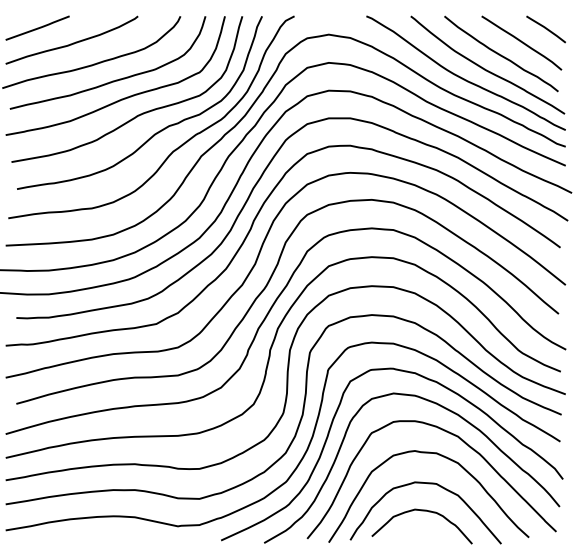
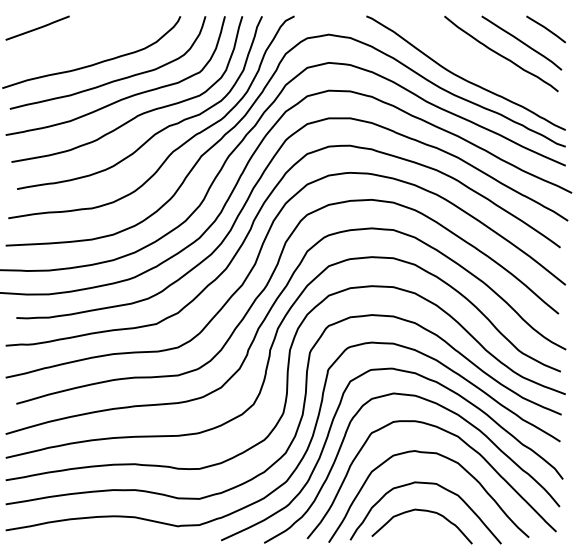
curve at (73, 42): present -> none
curve at (485, 68): present -> none
